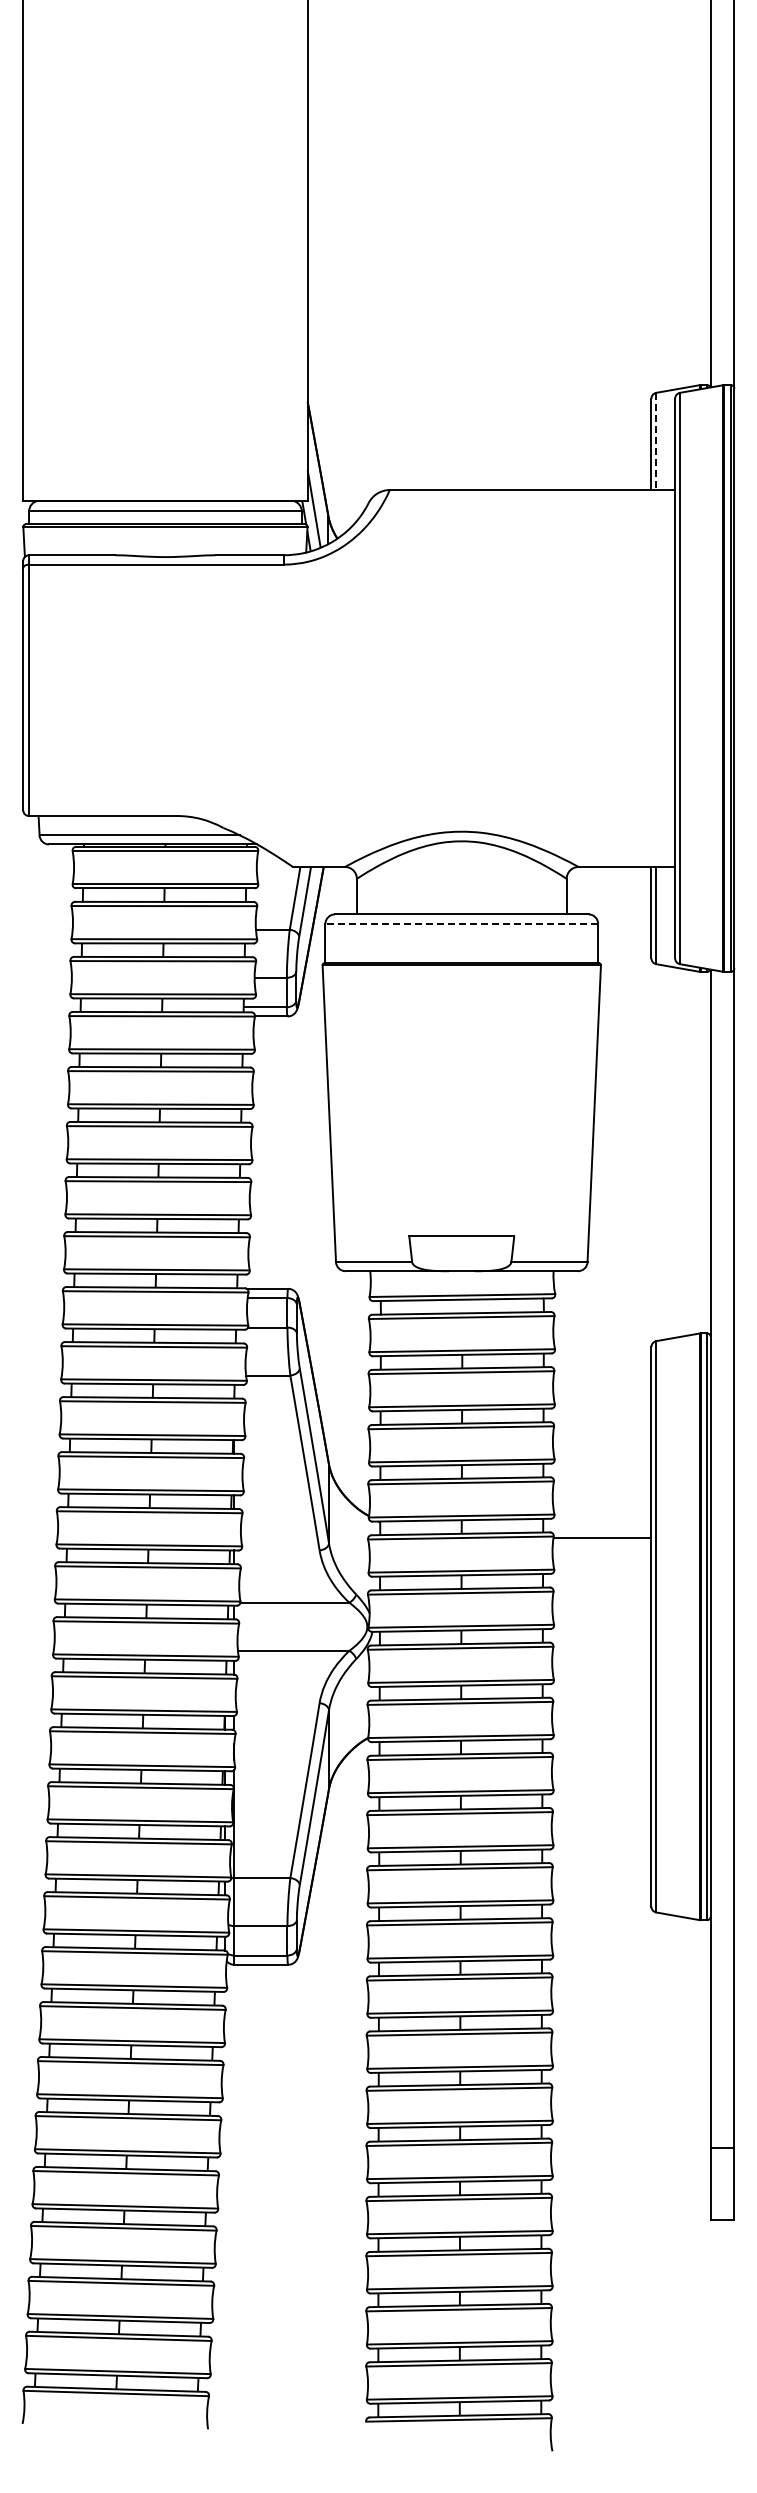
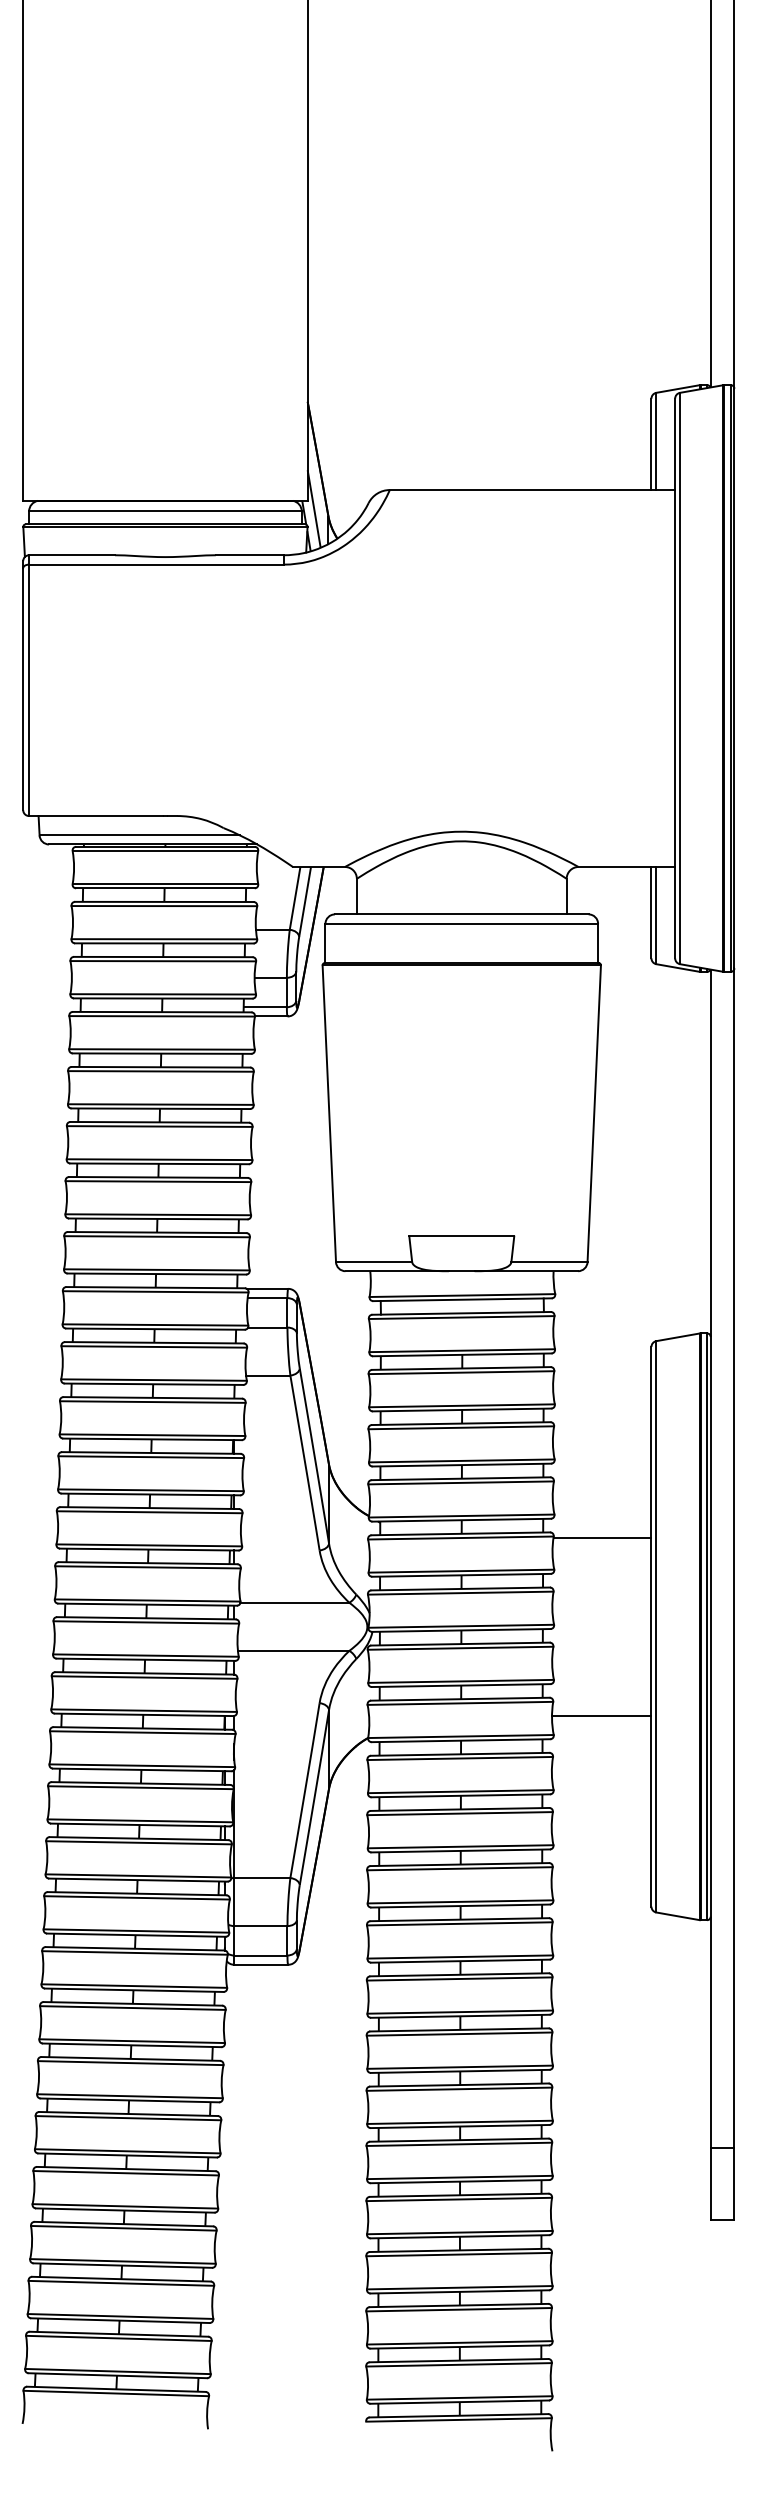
line at (656, 441): dashed -> solid
line at (461, 923): dashed -> solid
line at (601, 1715): none -> present
